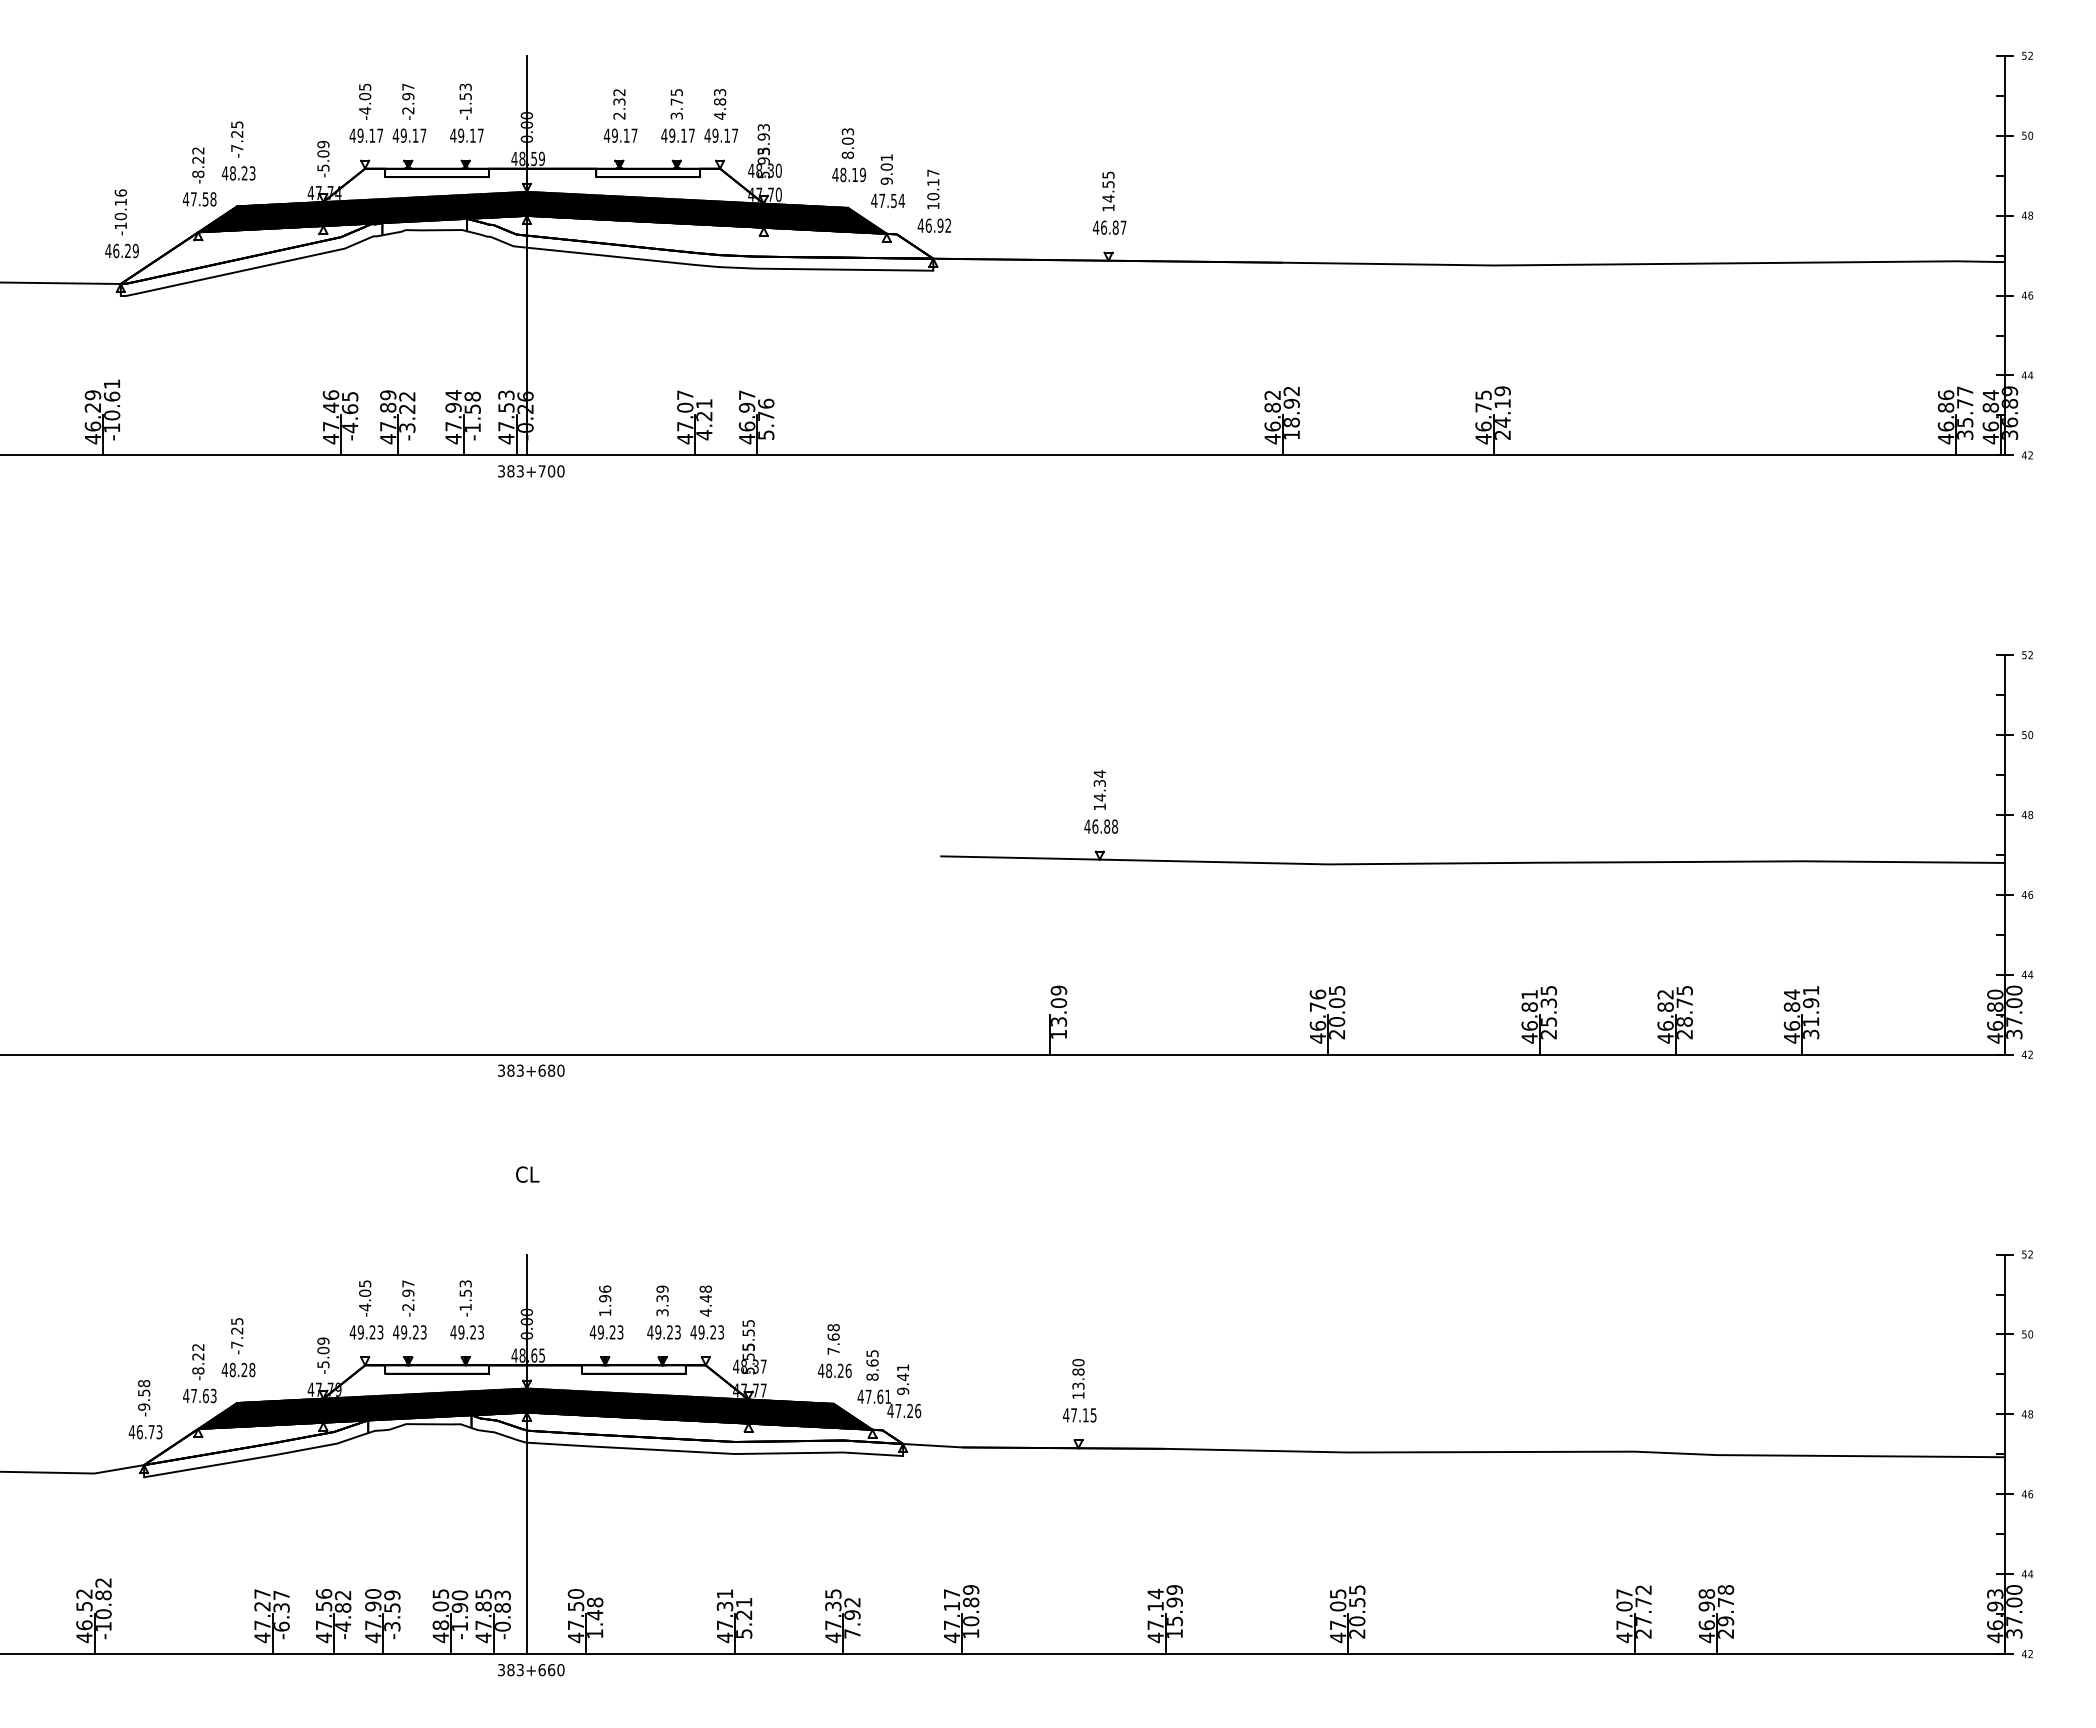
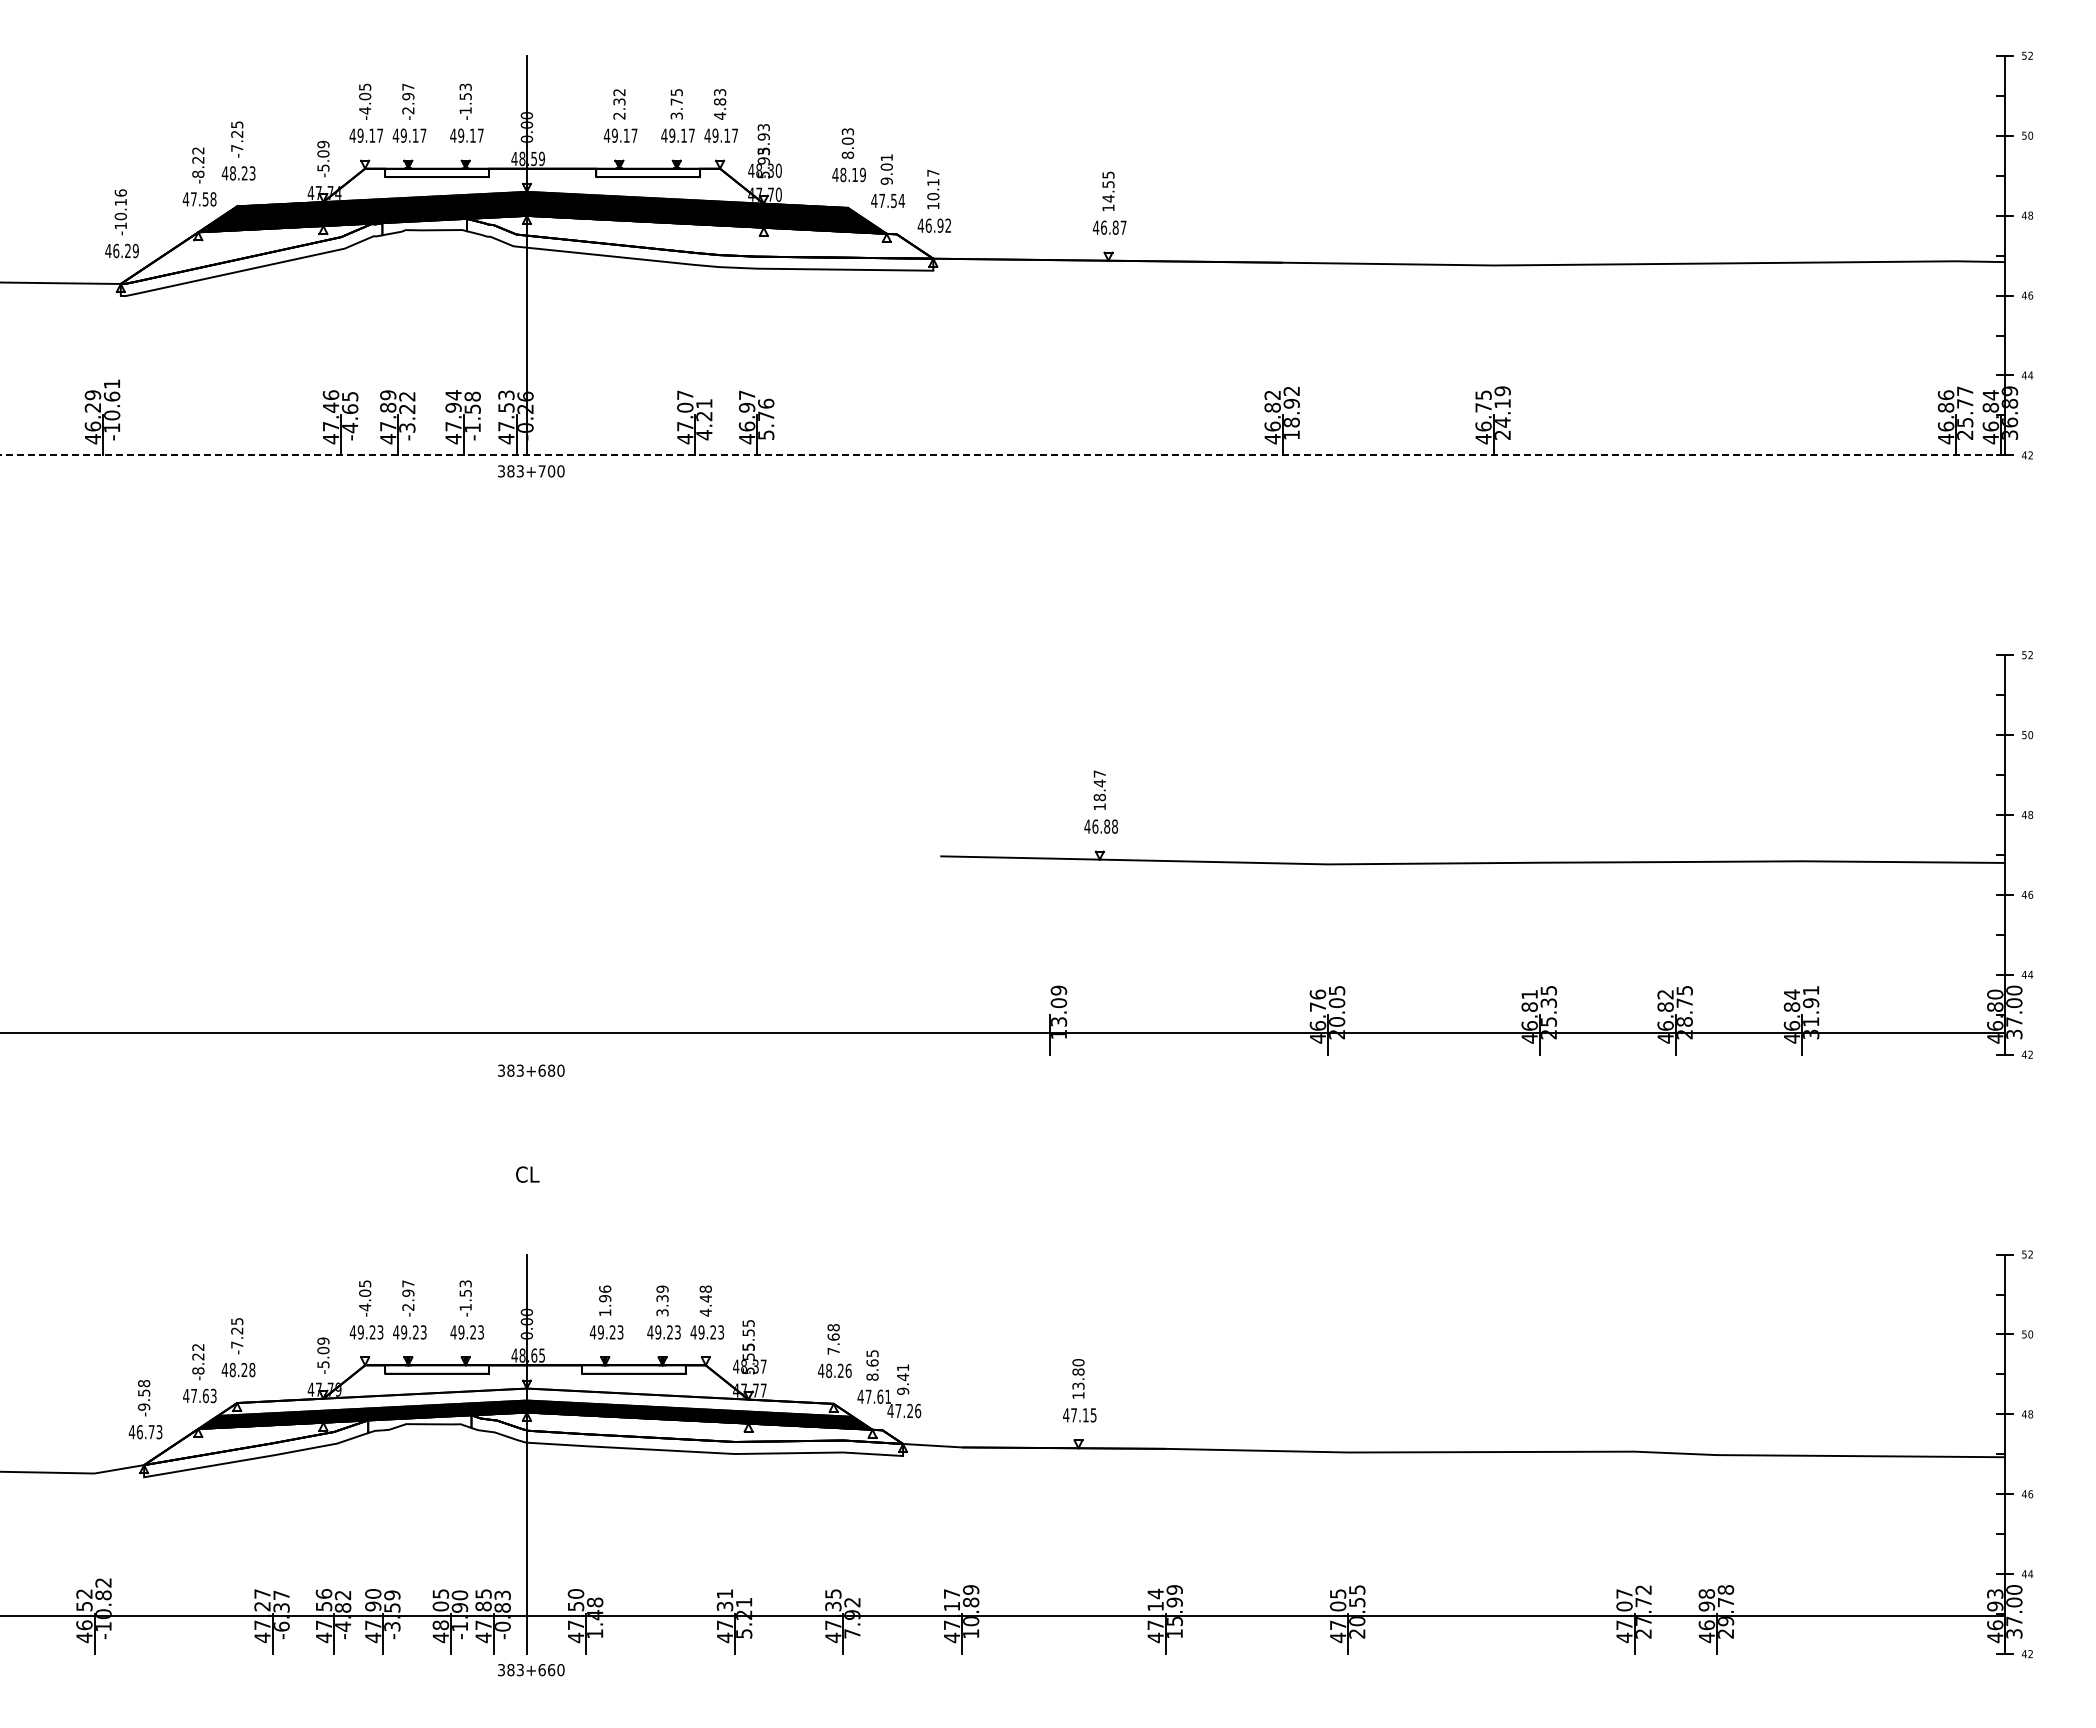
text at (1965, 434): 35.77 -> 25.77
line at (1003, 455): solid -> dashed
text at (1099, 785): 14.34 -> 18.47
line at (1003, 1054) position: (1003, 1054) -> (1003, 1032)
fill at (535, 1402): present -> none
line at (1003, 1654) position: (1003, 1654) -> (1003, 1616)
